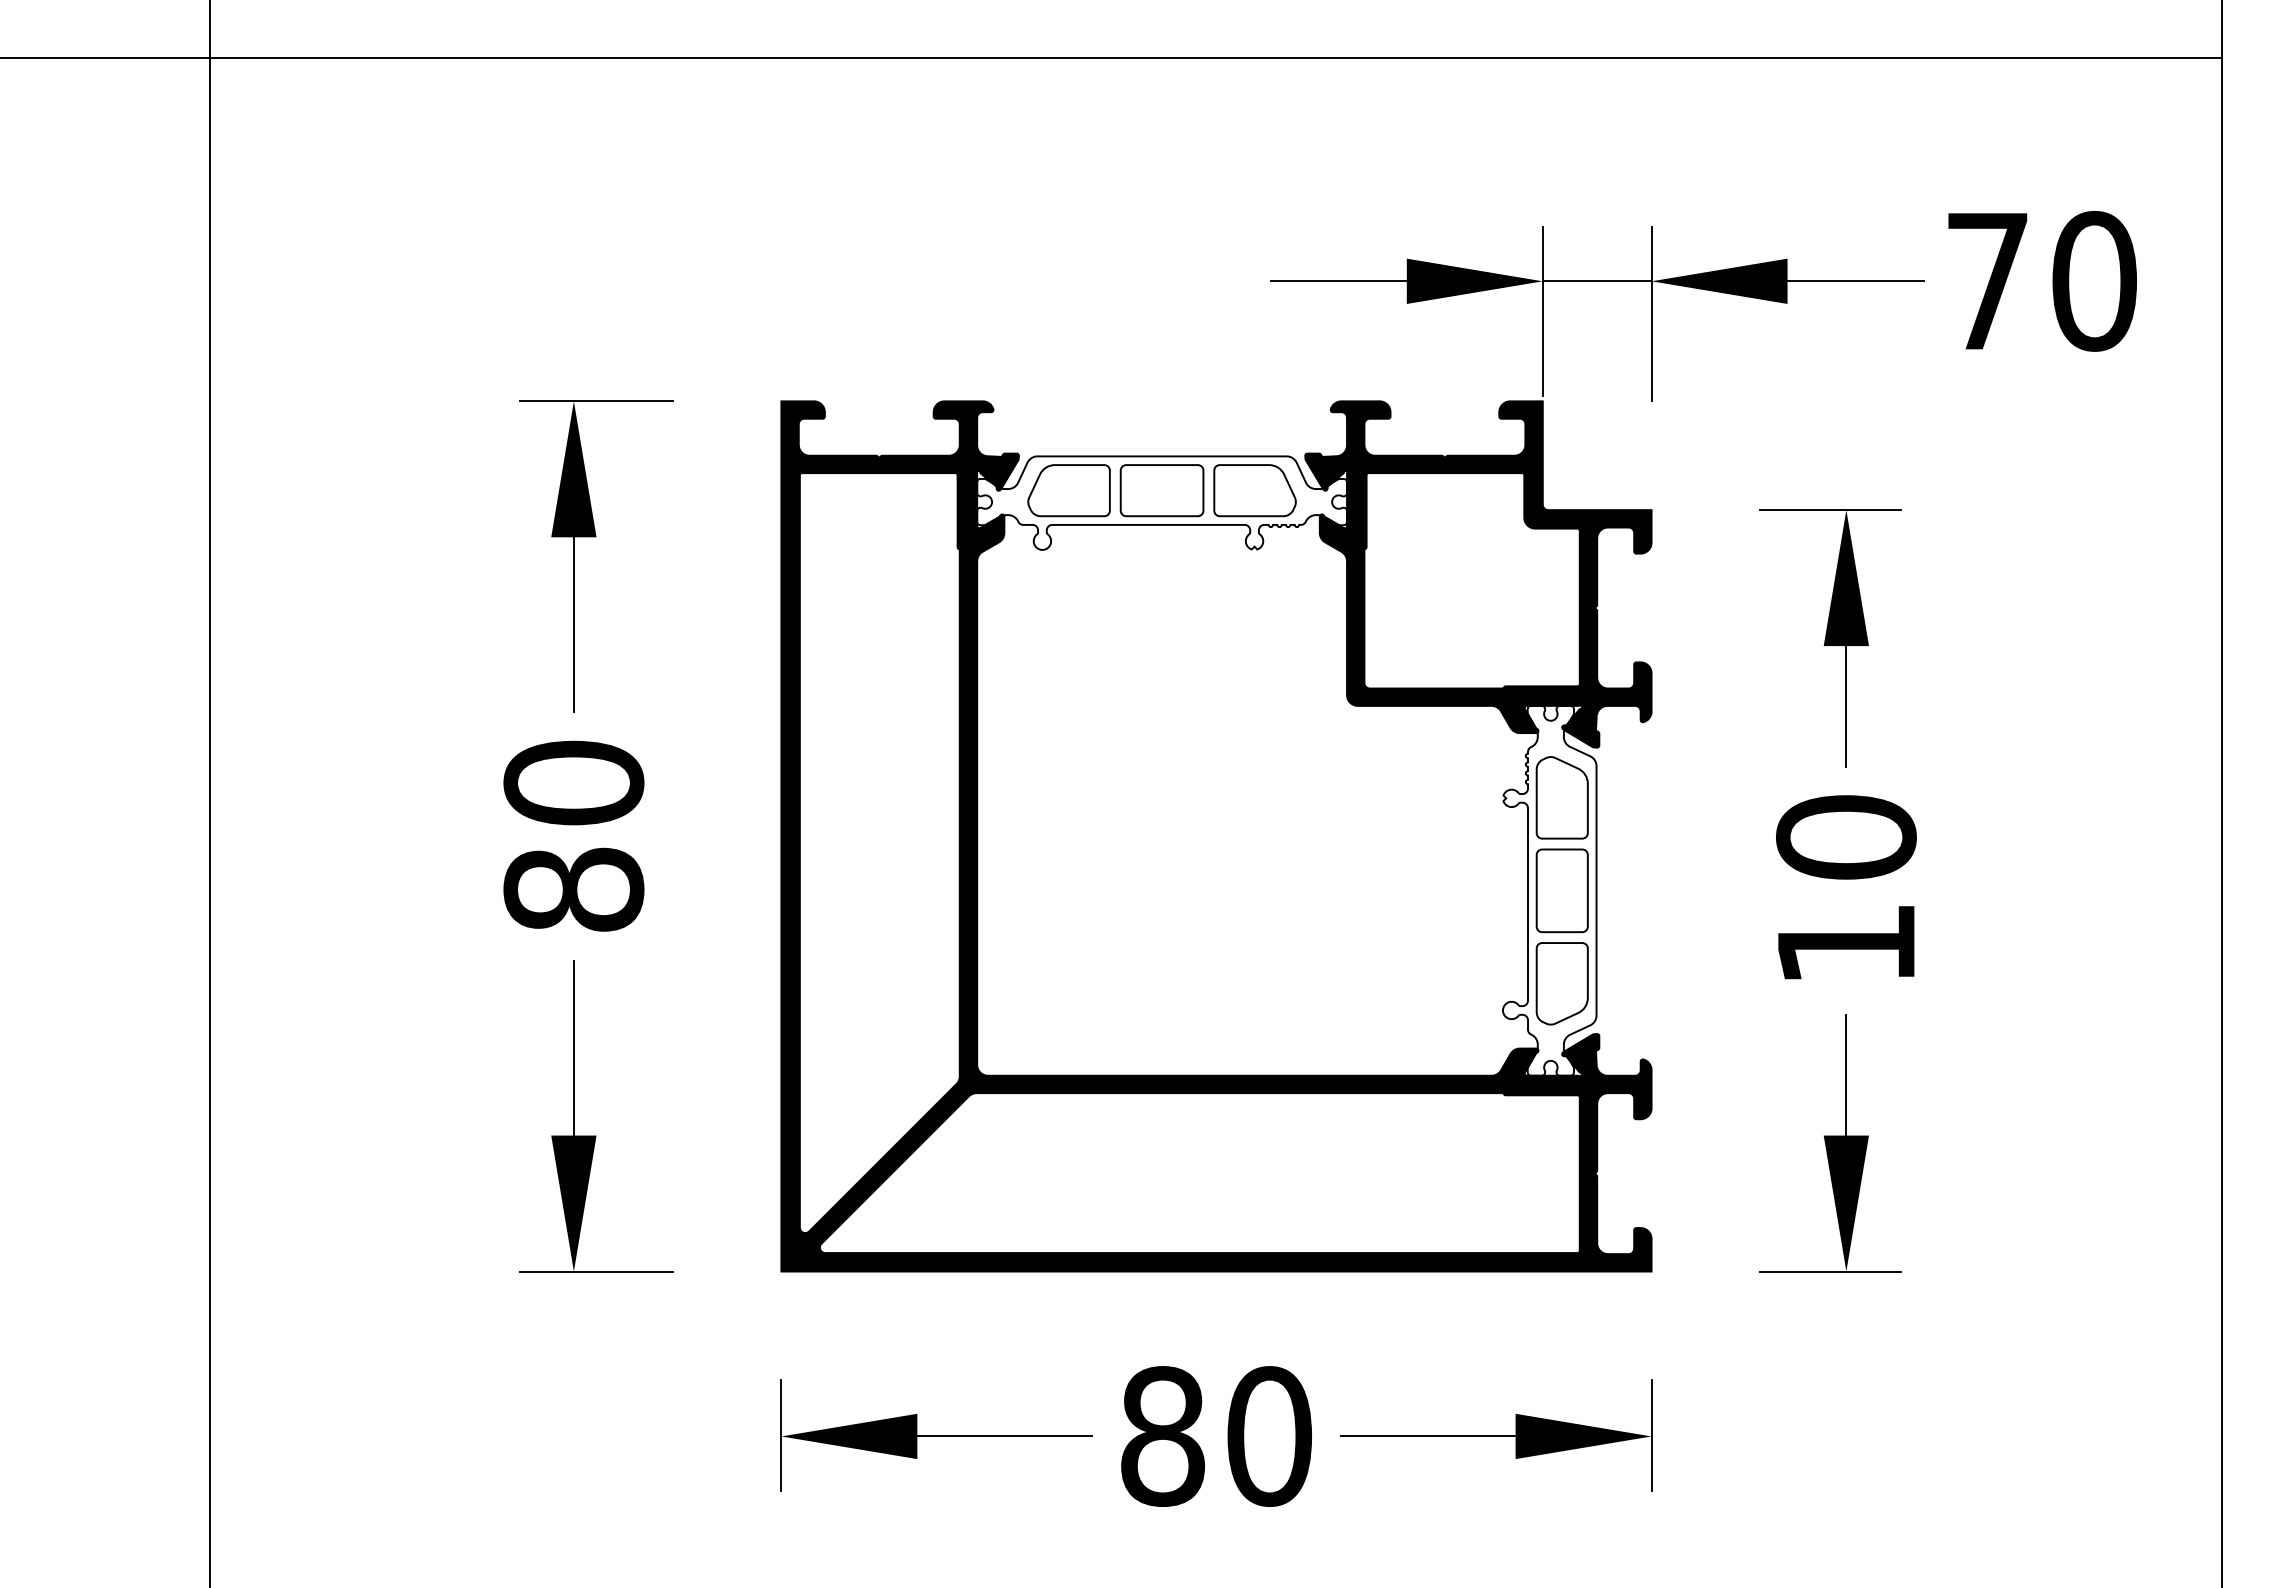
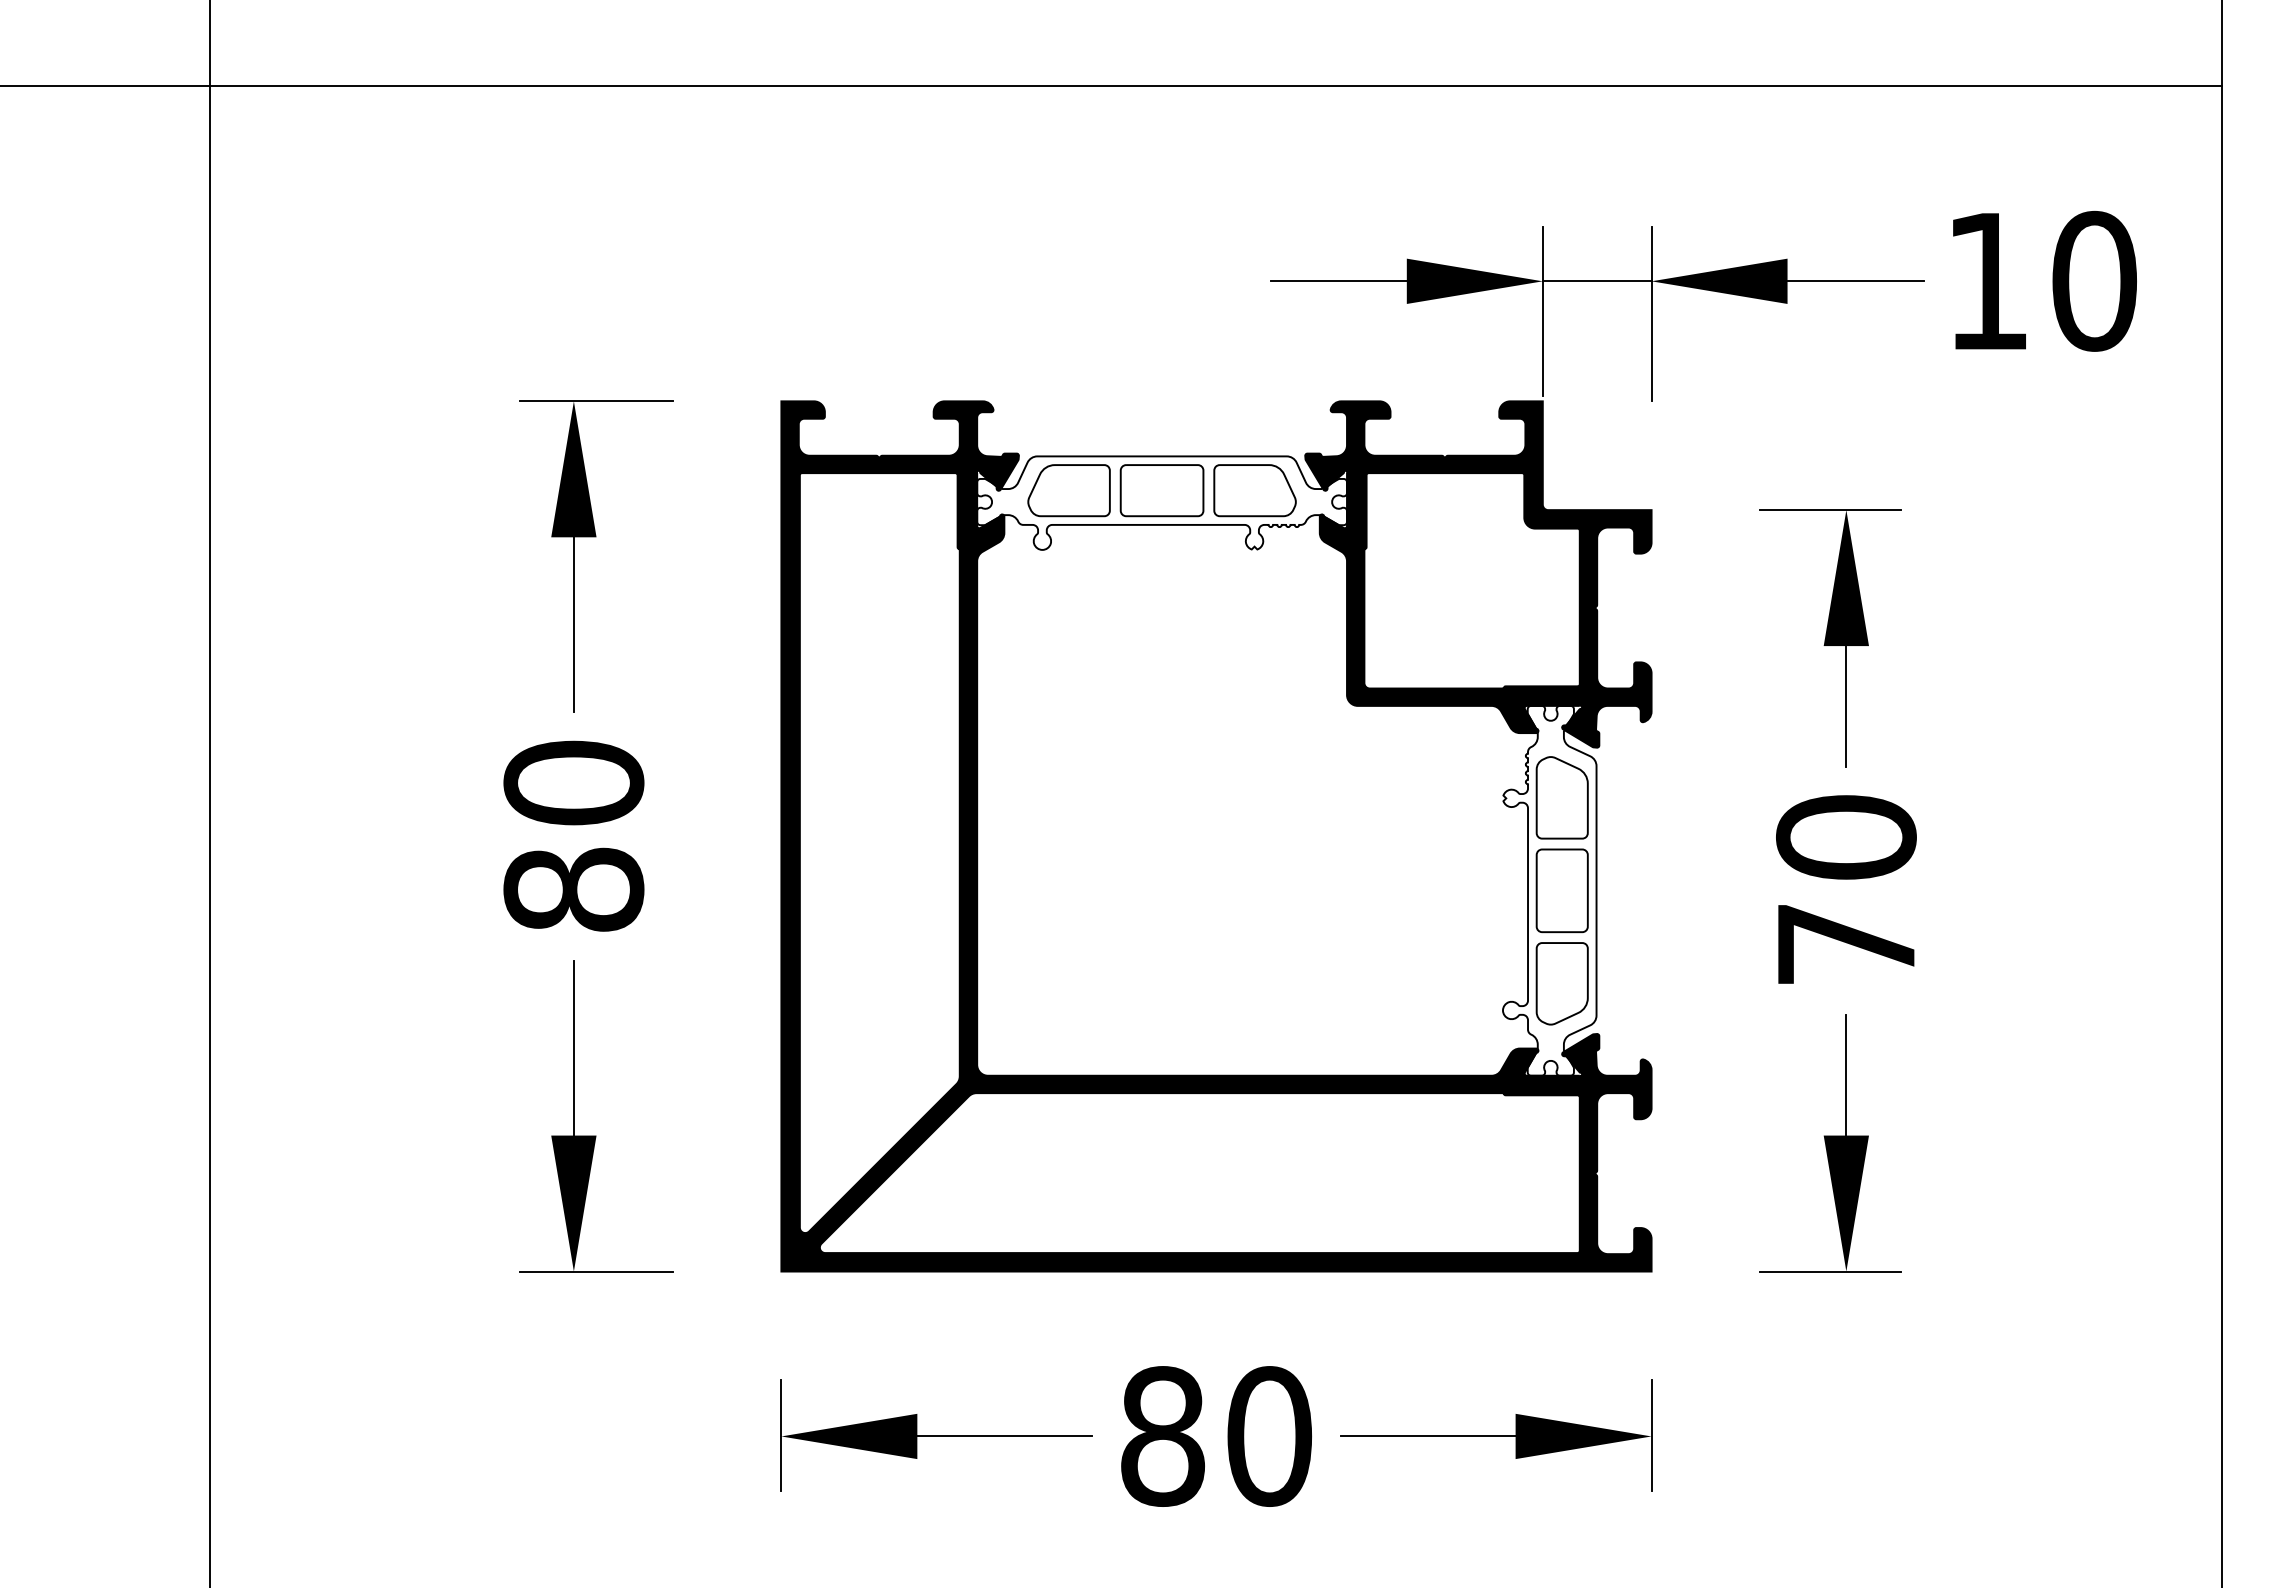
line at (1112, 58) position: (1112, 58) -> (1112, 86)
text at (1987, 281): 70 -> 10
text at (1846, 944): 10 -> 70
